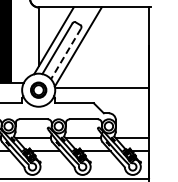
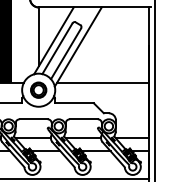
line at (65, 54): dashed -> solid
line at (103, 87) position: (103, 87) -> (103, 82)
line at (154, 90): none -> present
